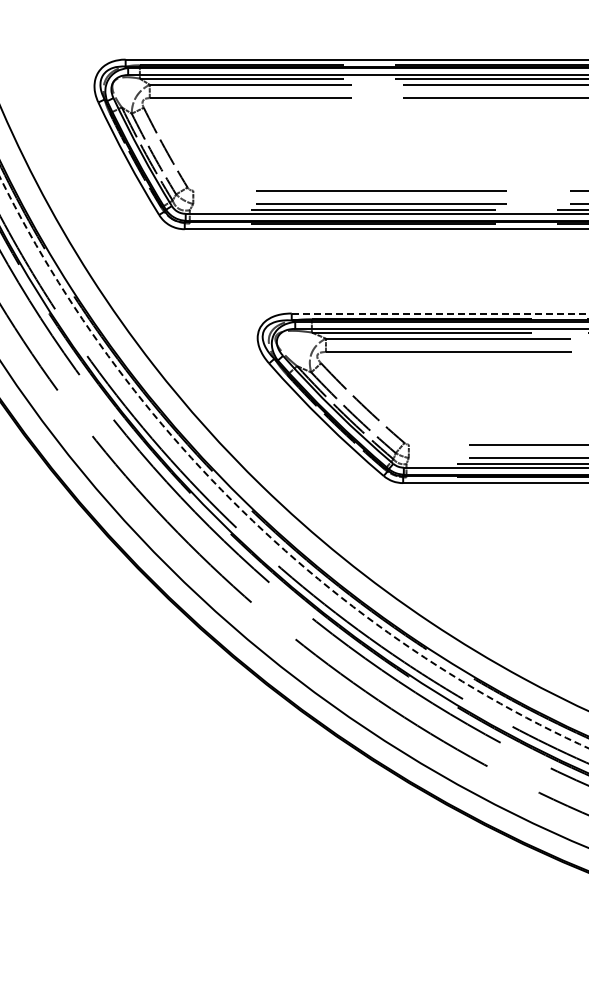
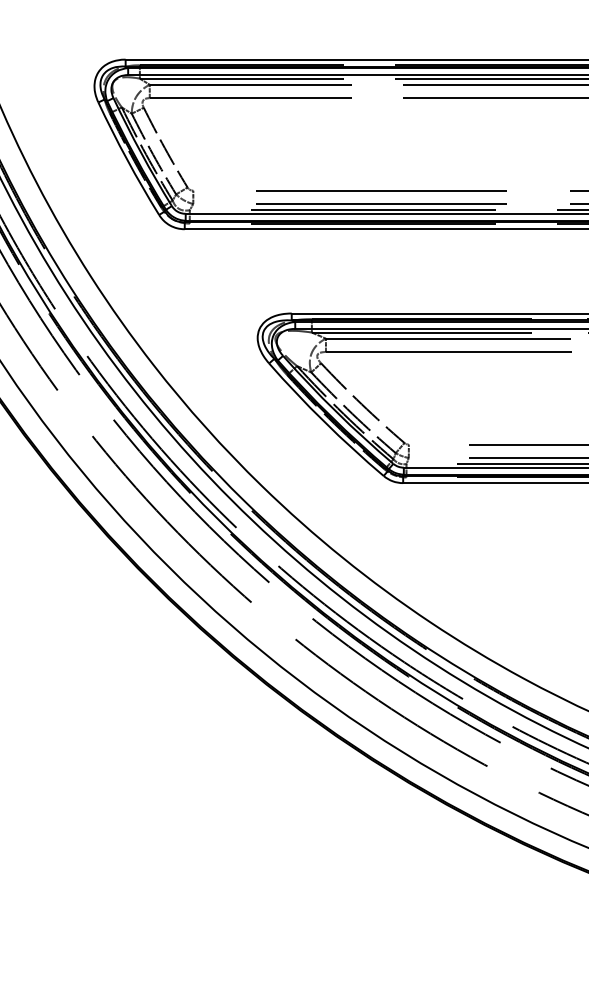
line at (439, 313): dashed -> solid
arc at (245, 513): dashed -> solid
